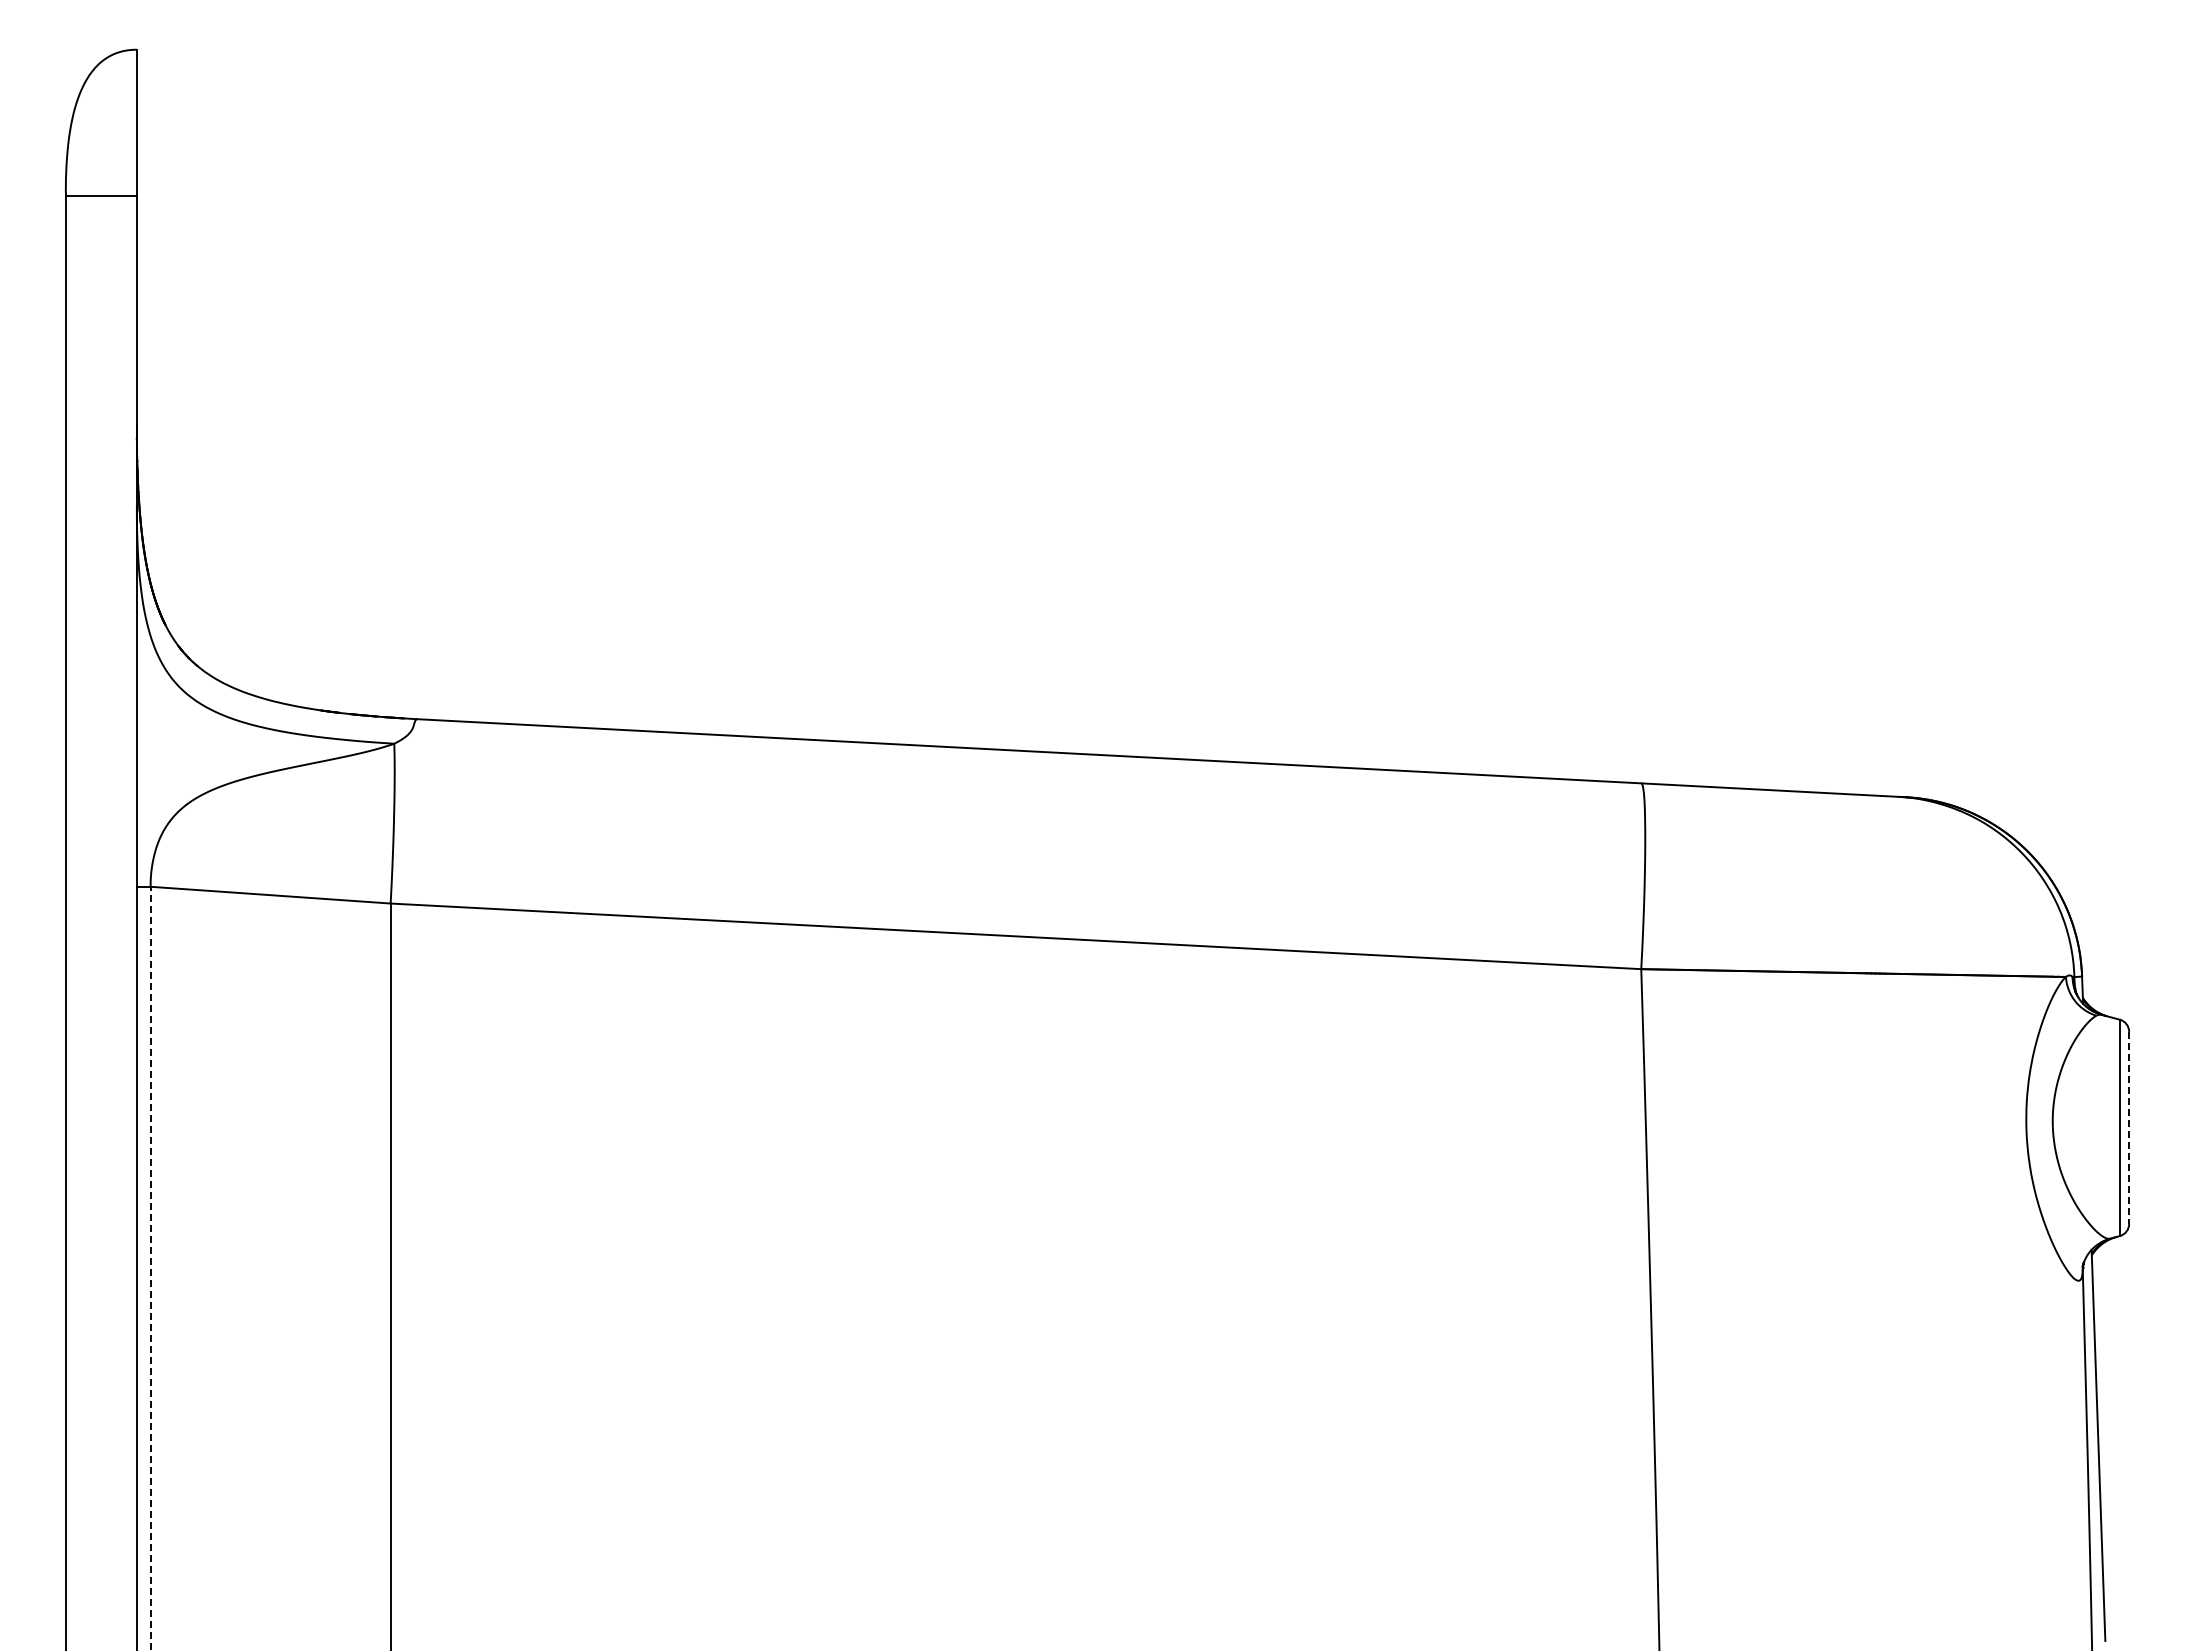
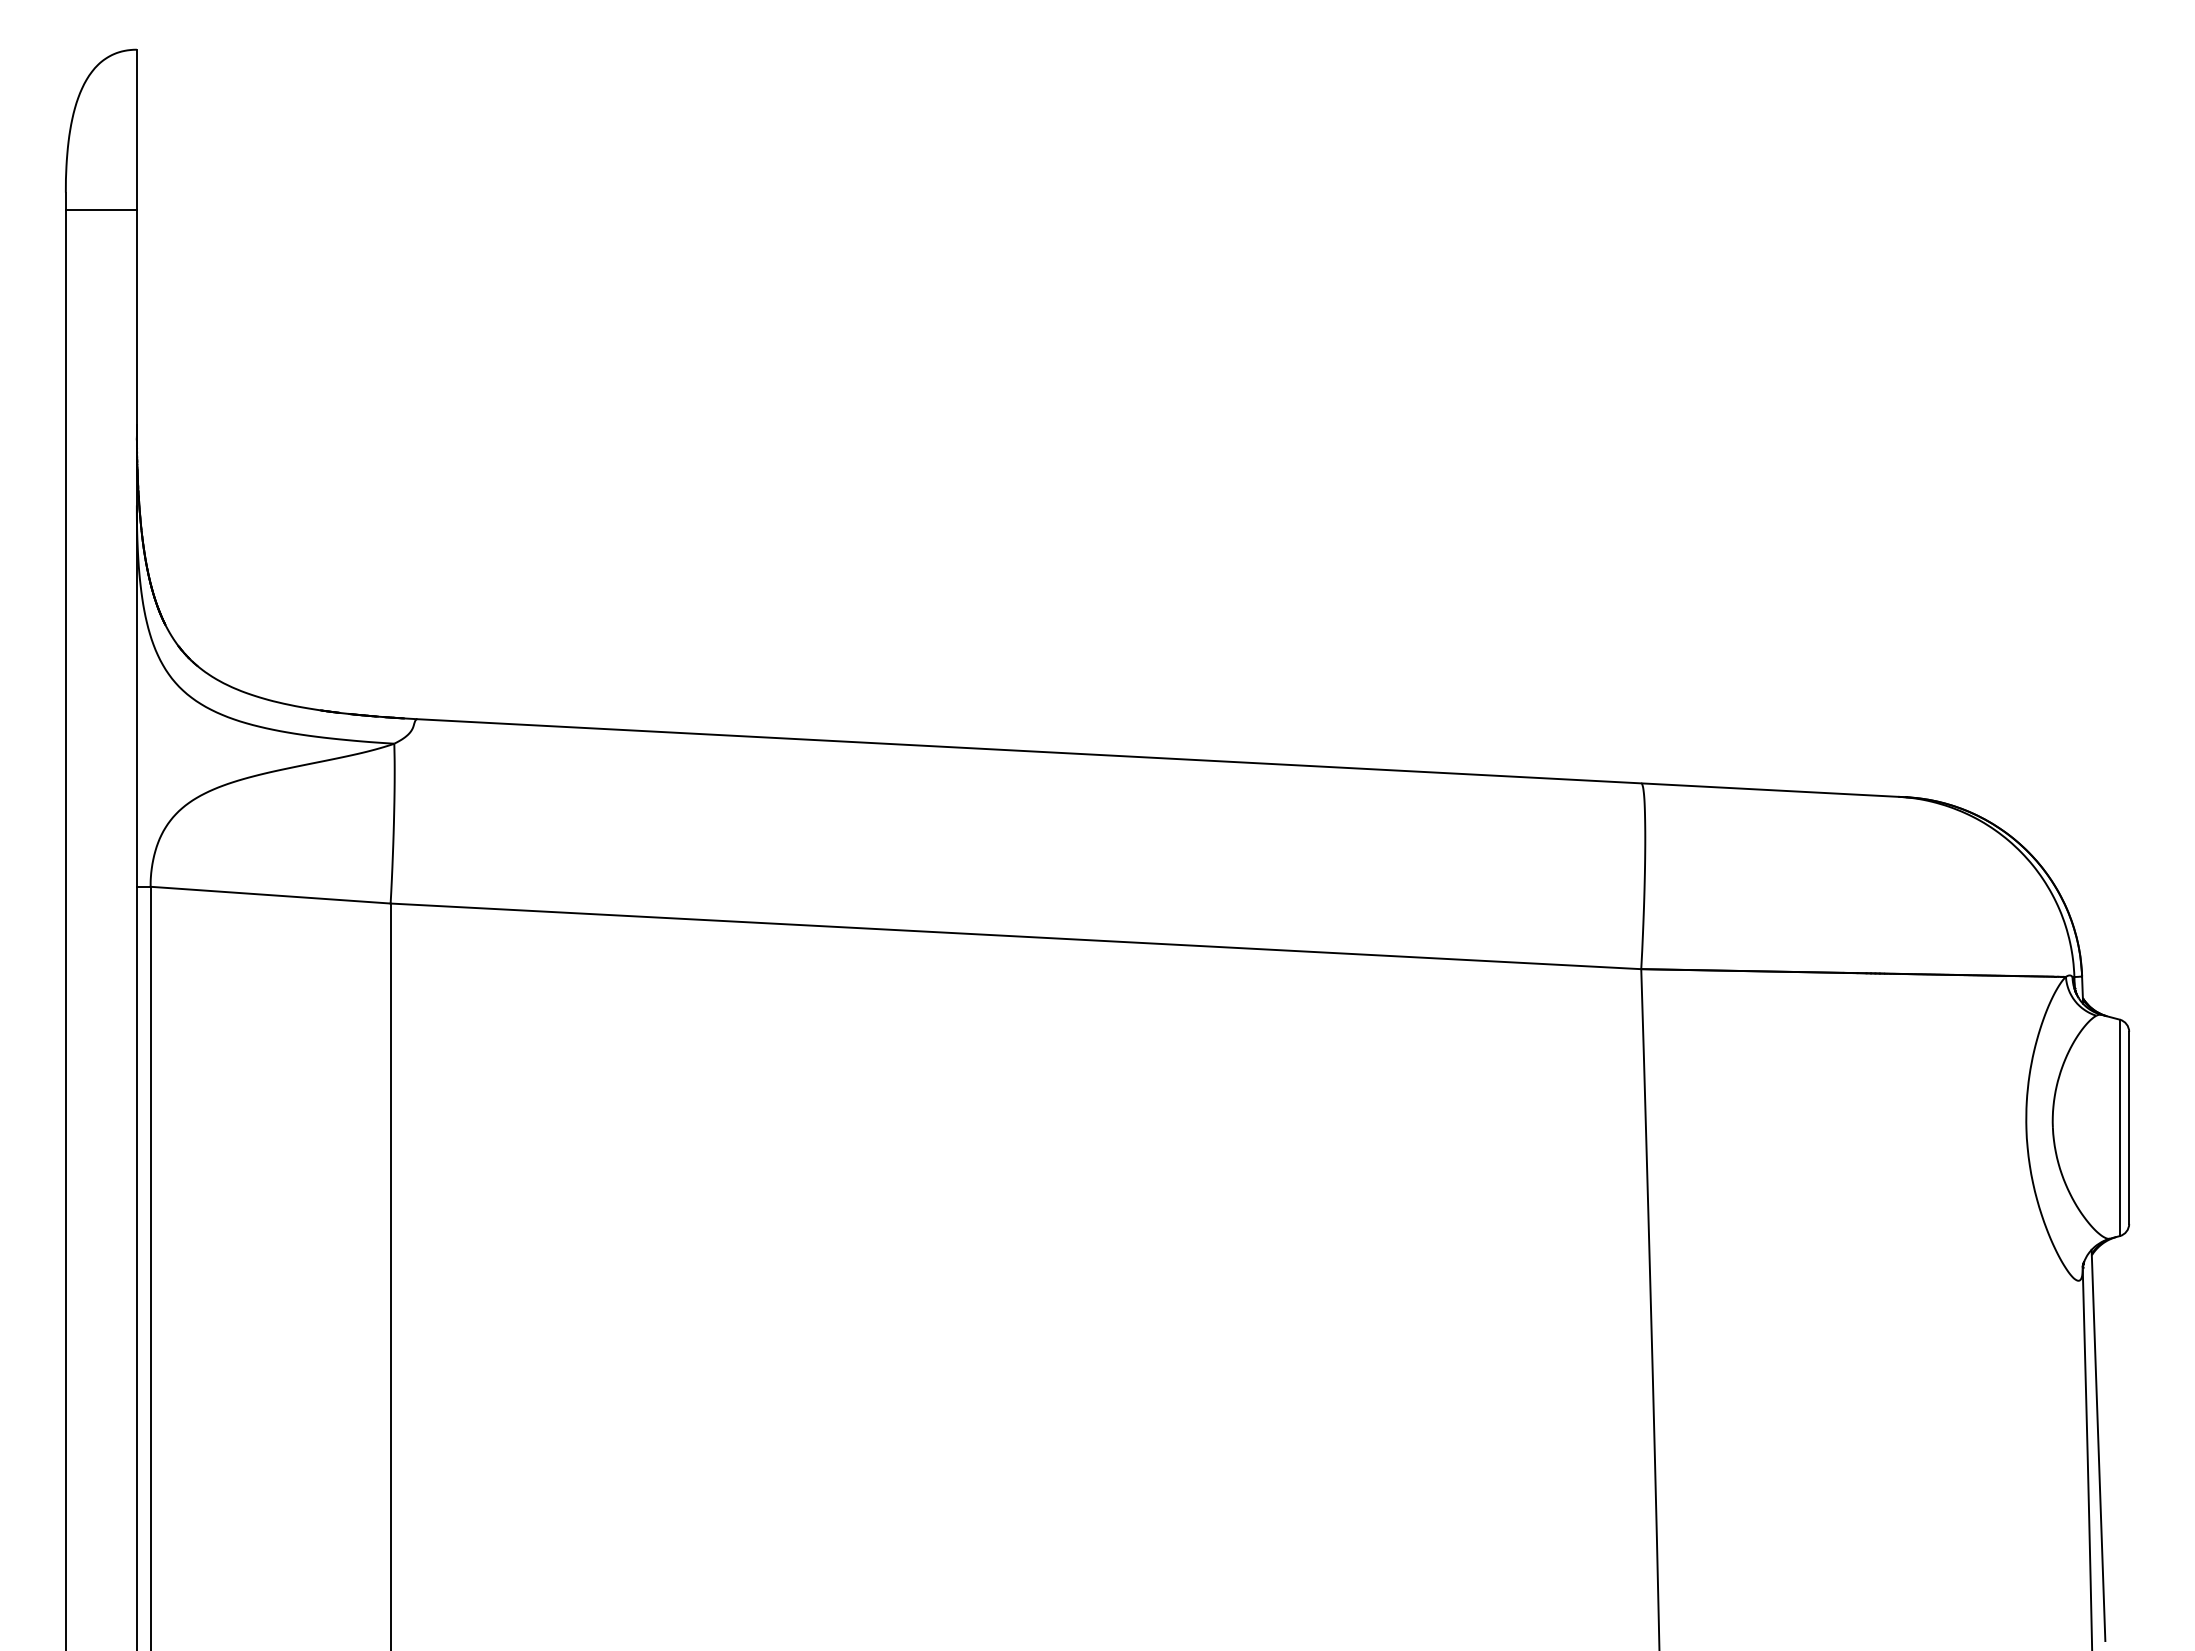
line at (100, 196) position: (100, 196) -> (100, 210)
line at (2129, 1127): dashed -> solid
line at (150, 1268): dashed -> solid
